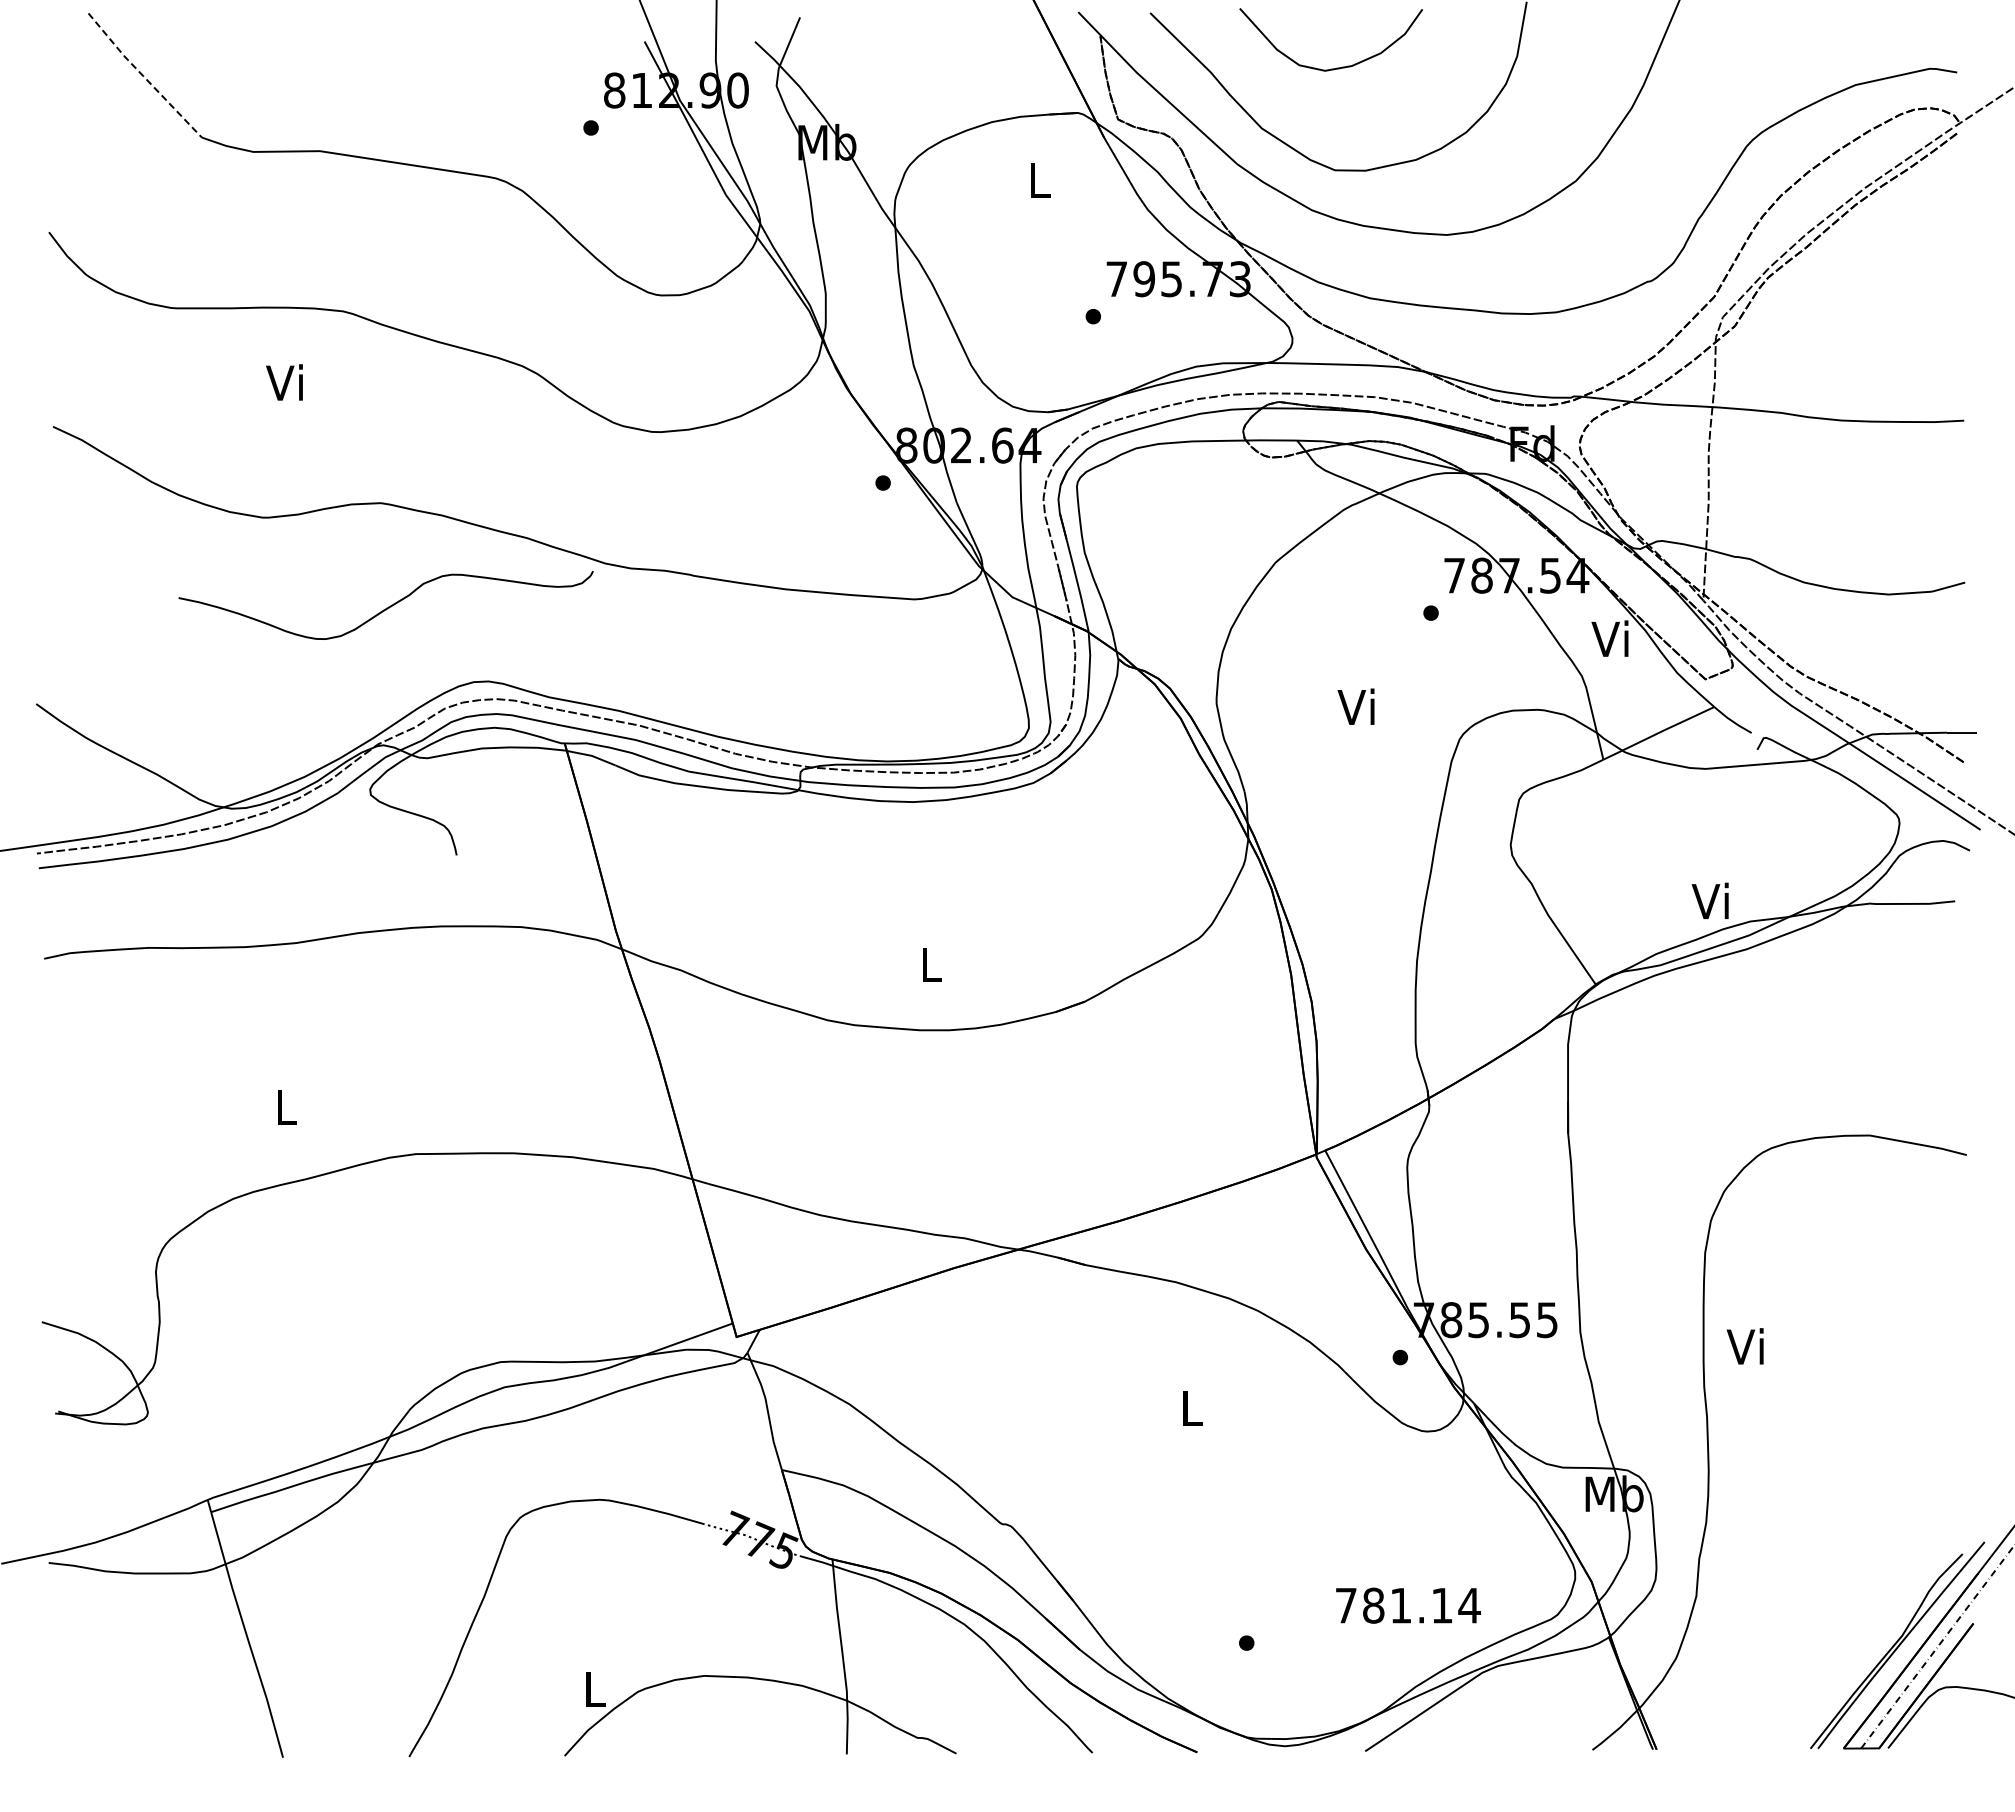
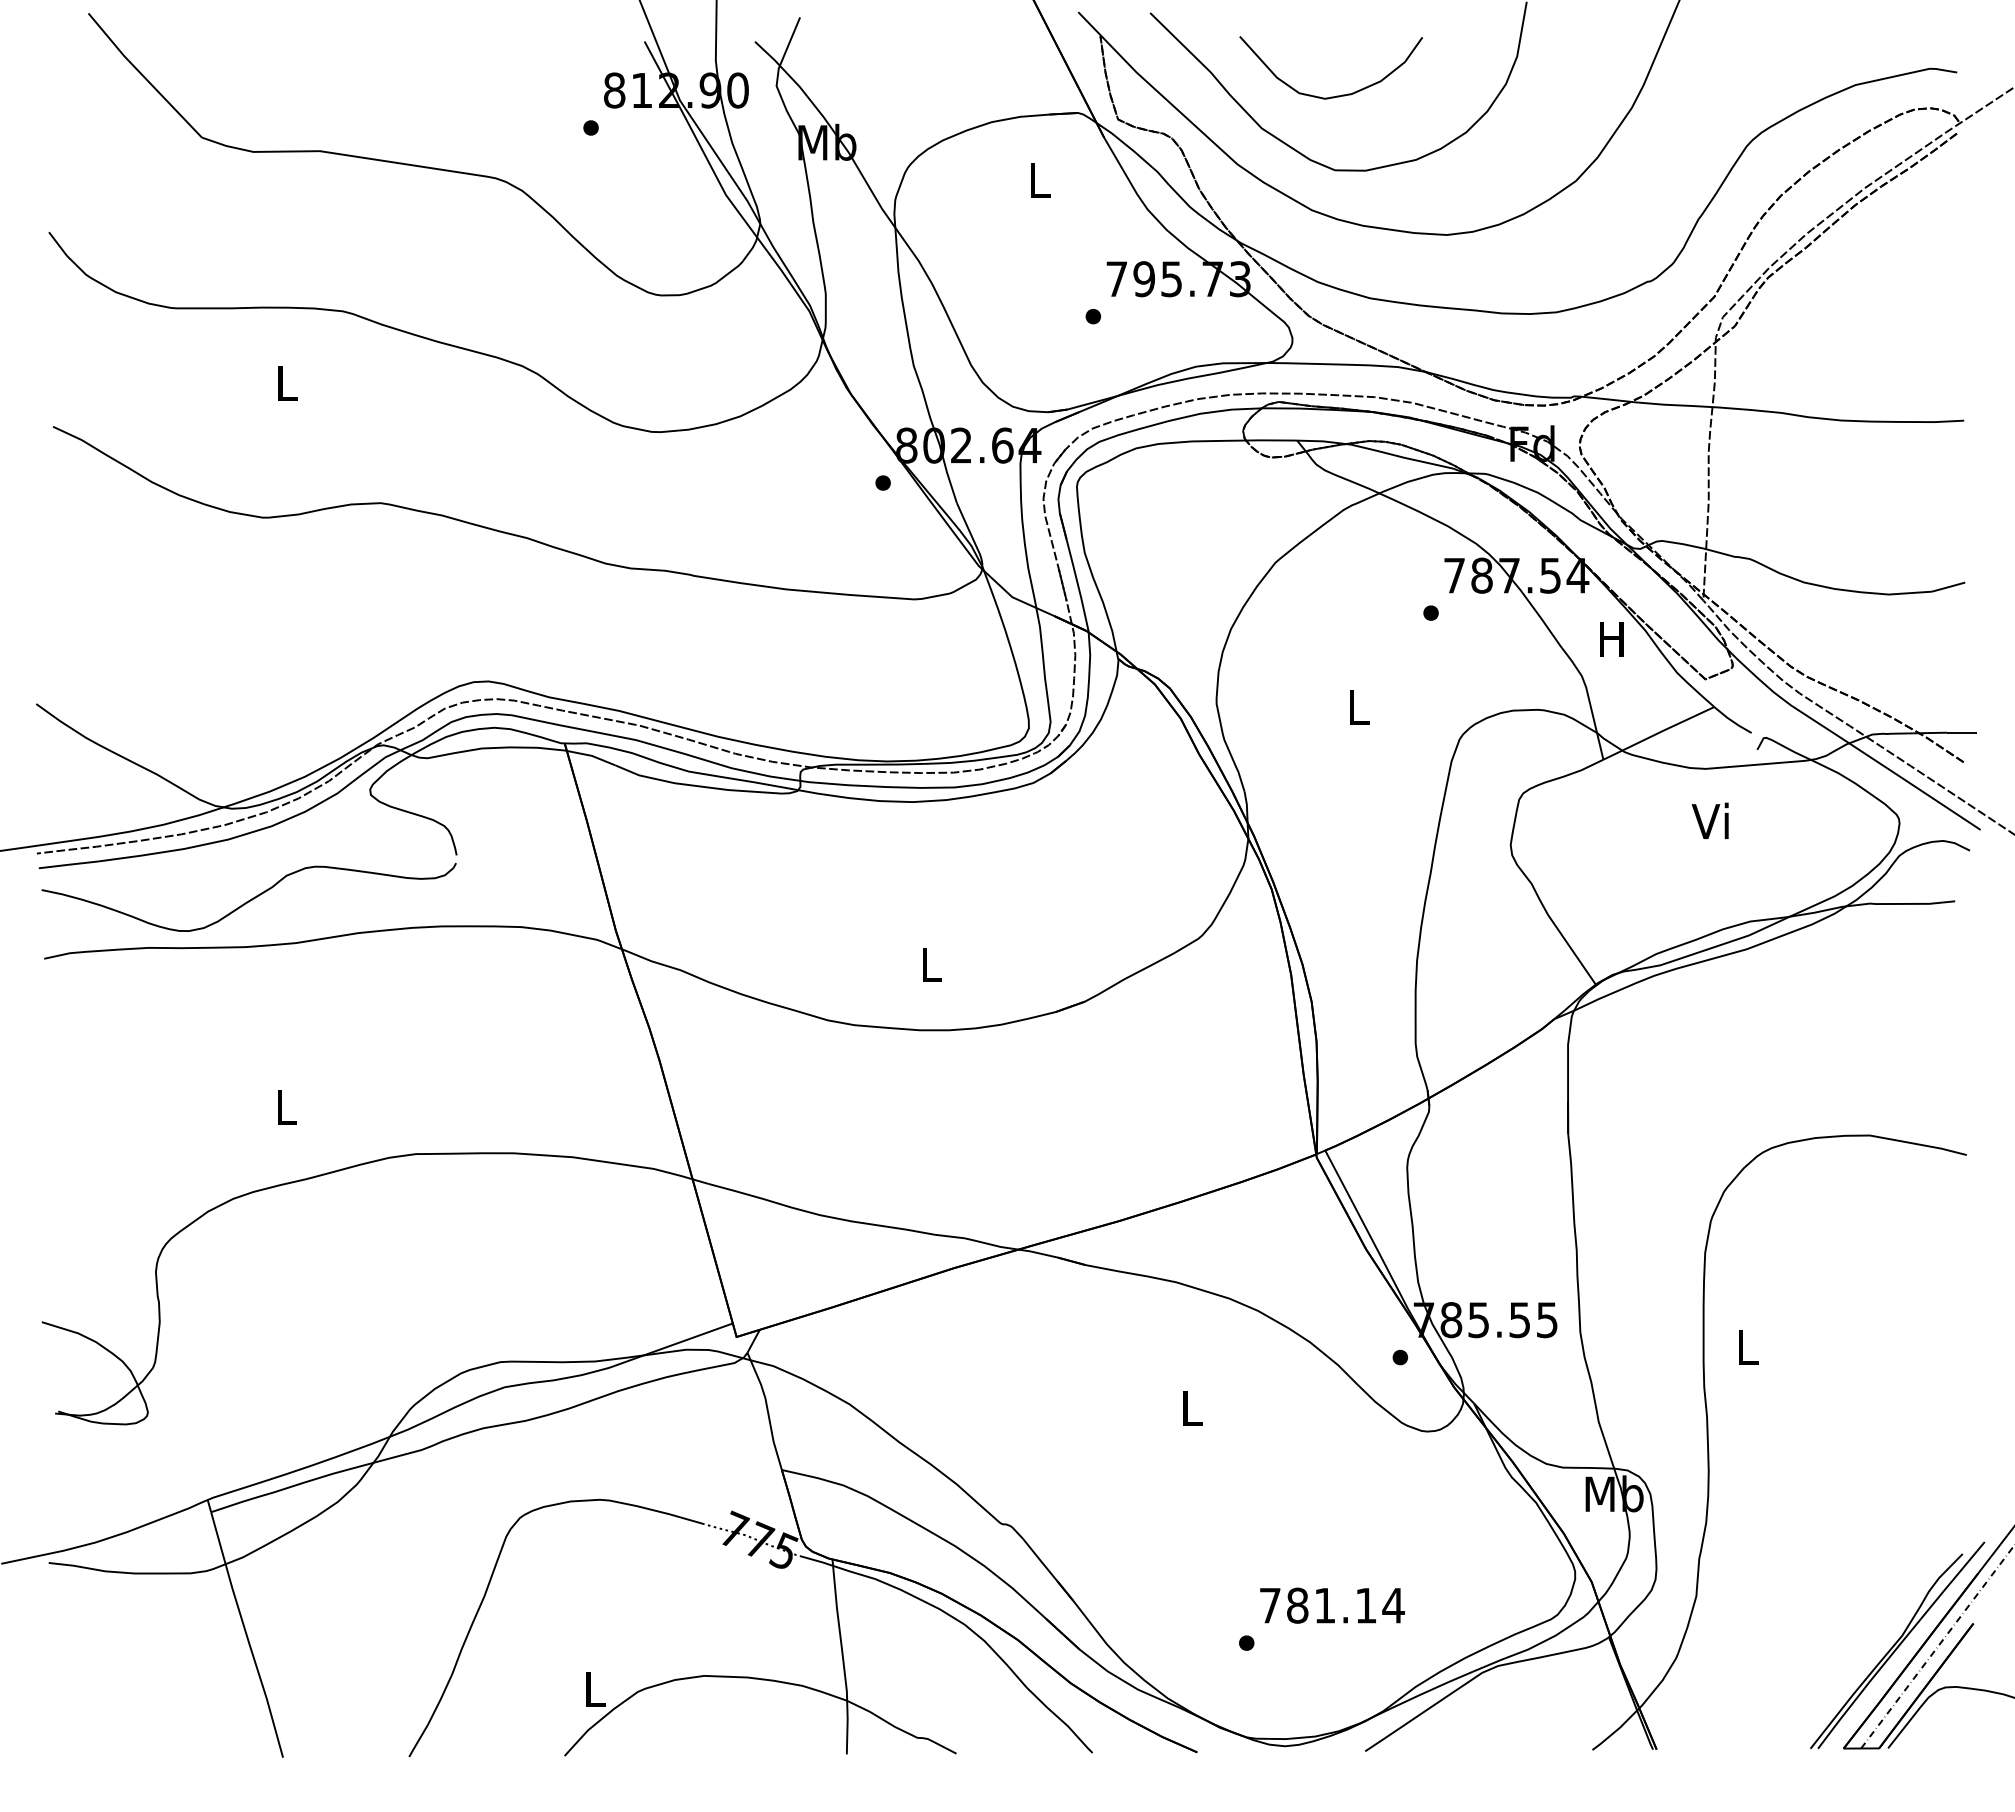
curve at (1336, 67) position: (1336, 67) -> (1336, 95)
line at (143, 76): dashed -> solid
text at (284, 382): Vi -> L
part at (385, 605) position: (385, 605) -> (248, 897)
text at (1609, 638): Vi -> H
text at (1355, 706): Vi -> L
text at (1709, 900) position: (1709, 900) -> (1709, 820)
text at (1744, 1346): Vi -> L
text at (1408, 1605) position: (1408, 1605) -> (1332, 1605)
